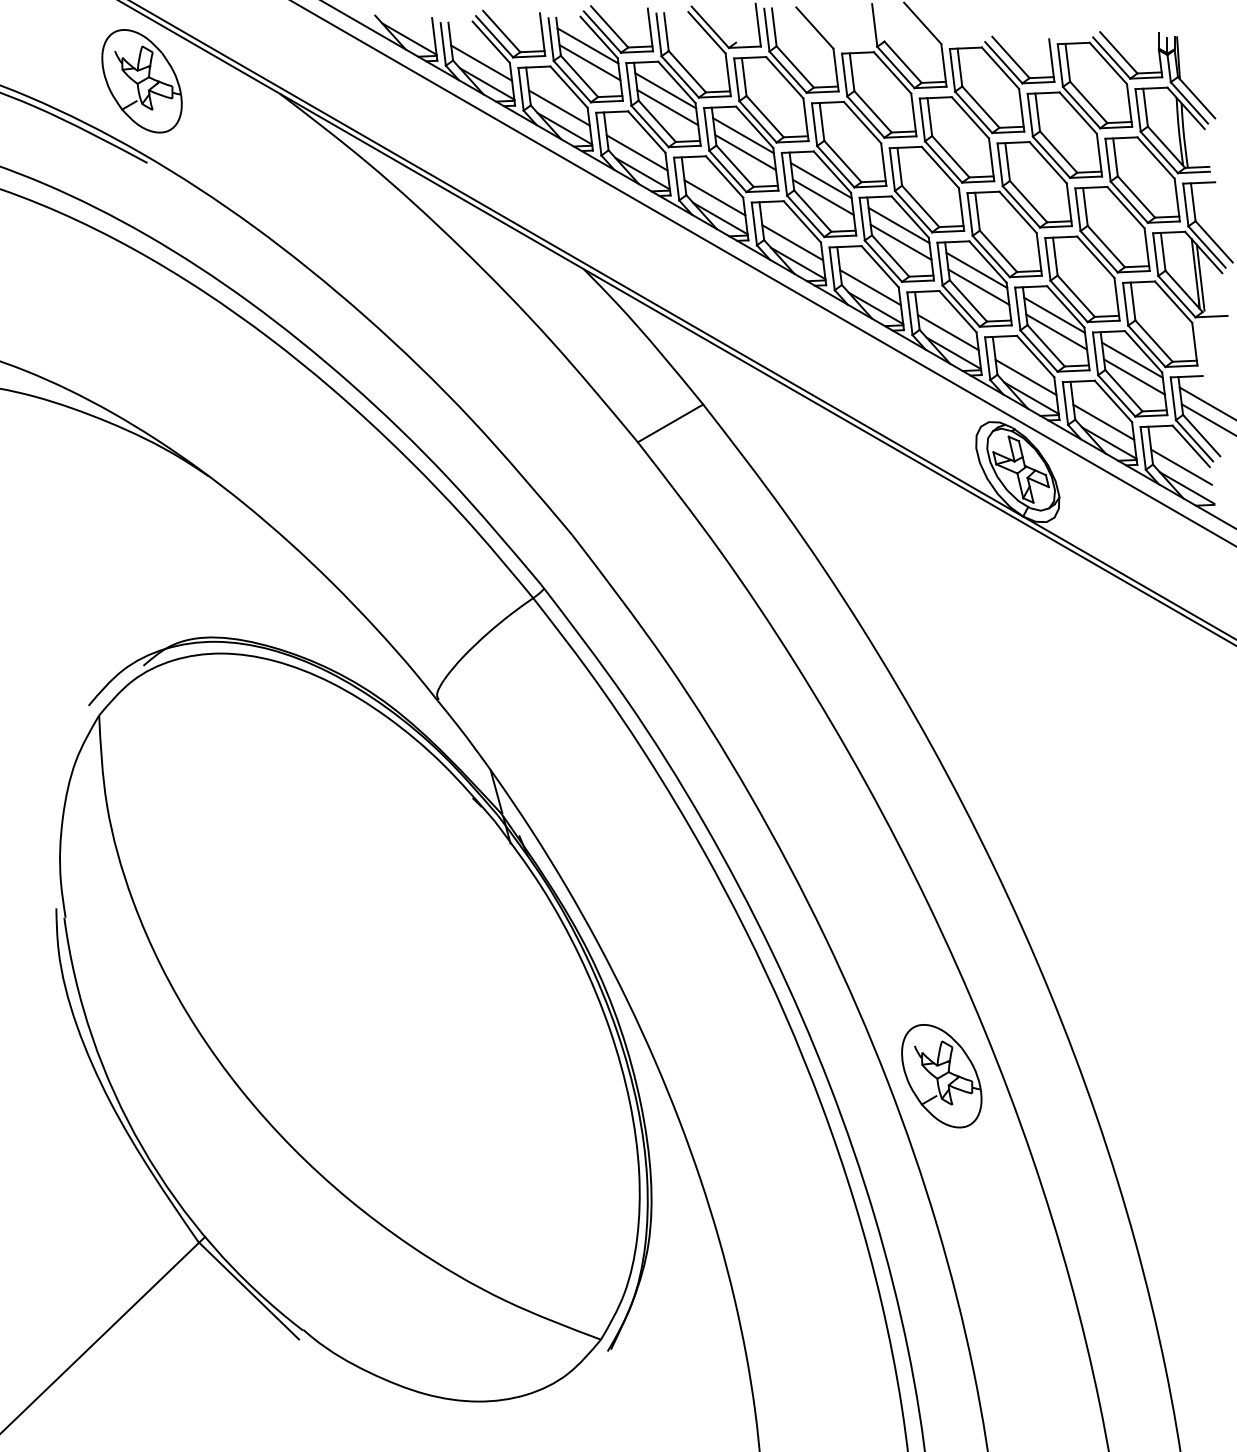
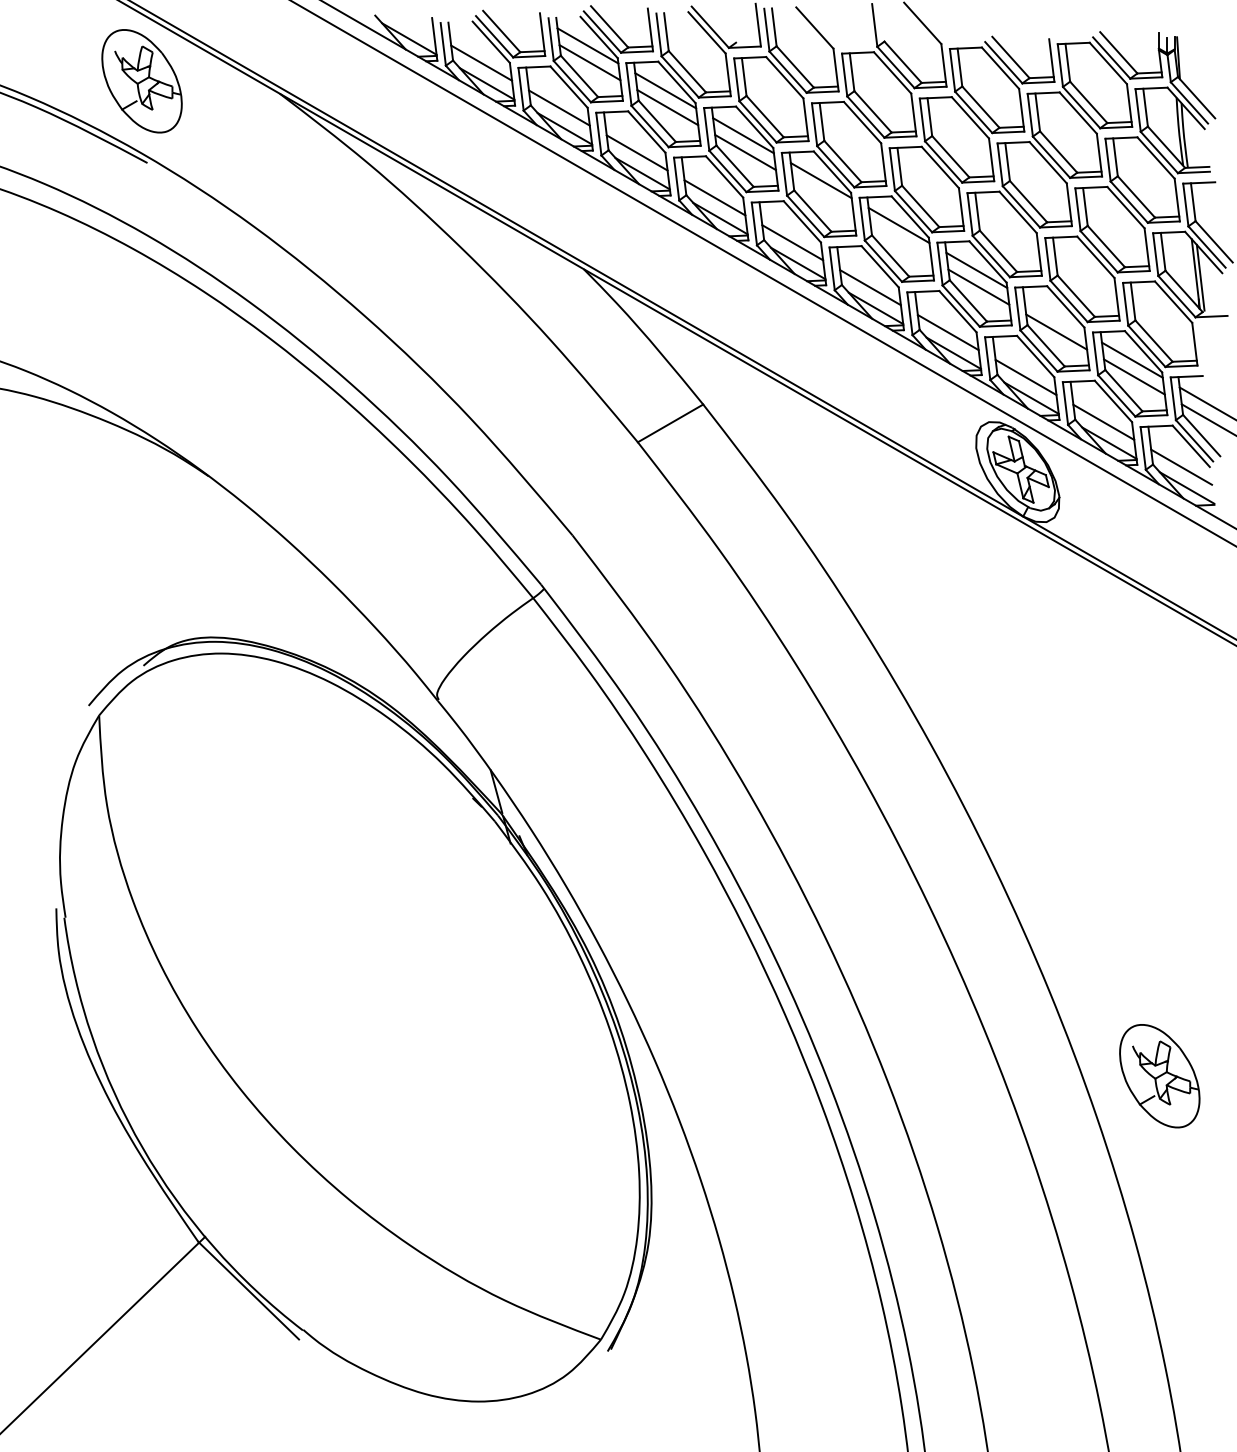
line at (822, 196): present -> none
line at (900, 241): present -> none
line at (1054, 314): present -> none
part at (941, 1076) position: (941, 1076) -> (1159, 1076)
